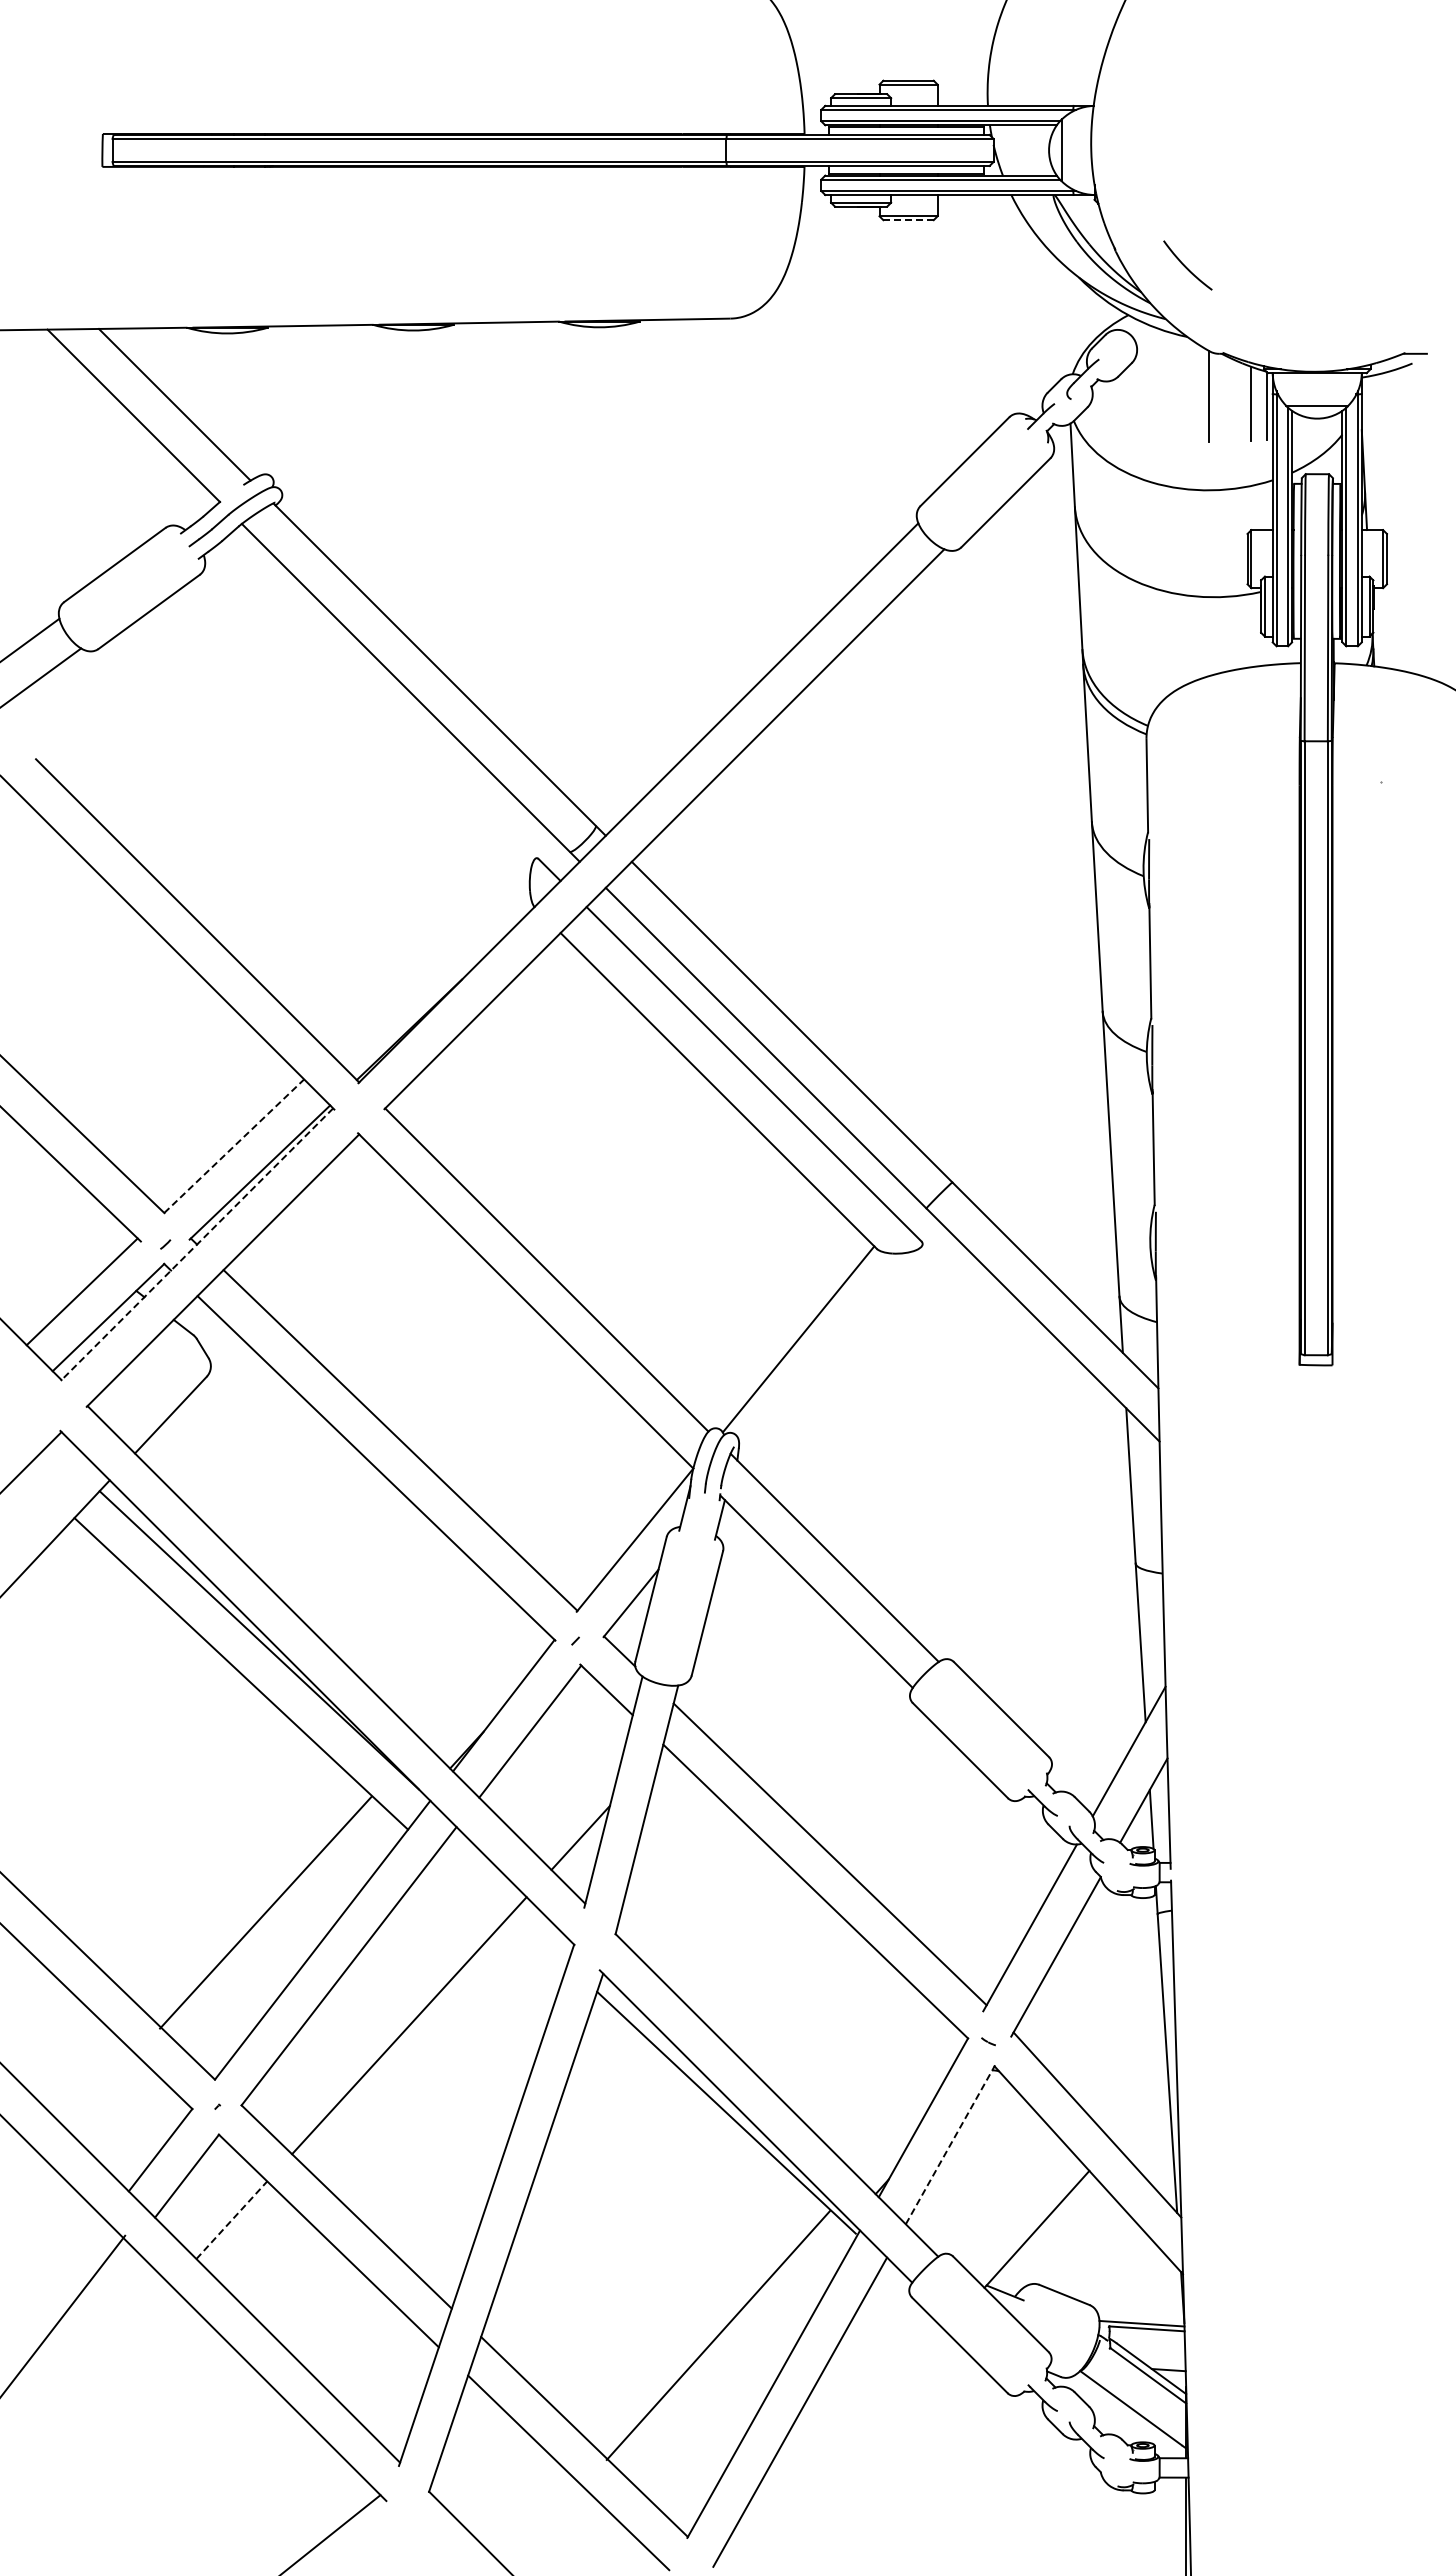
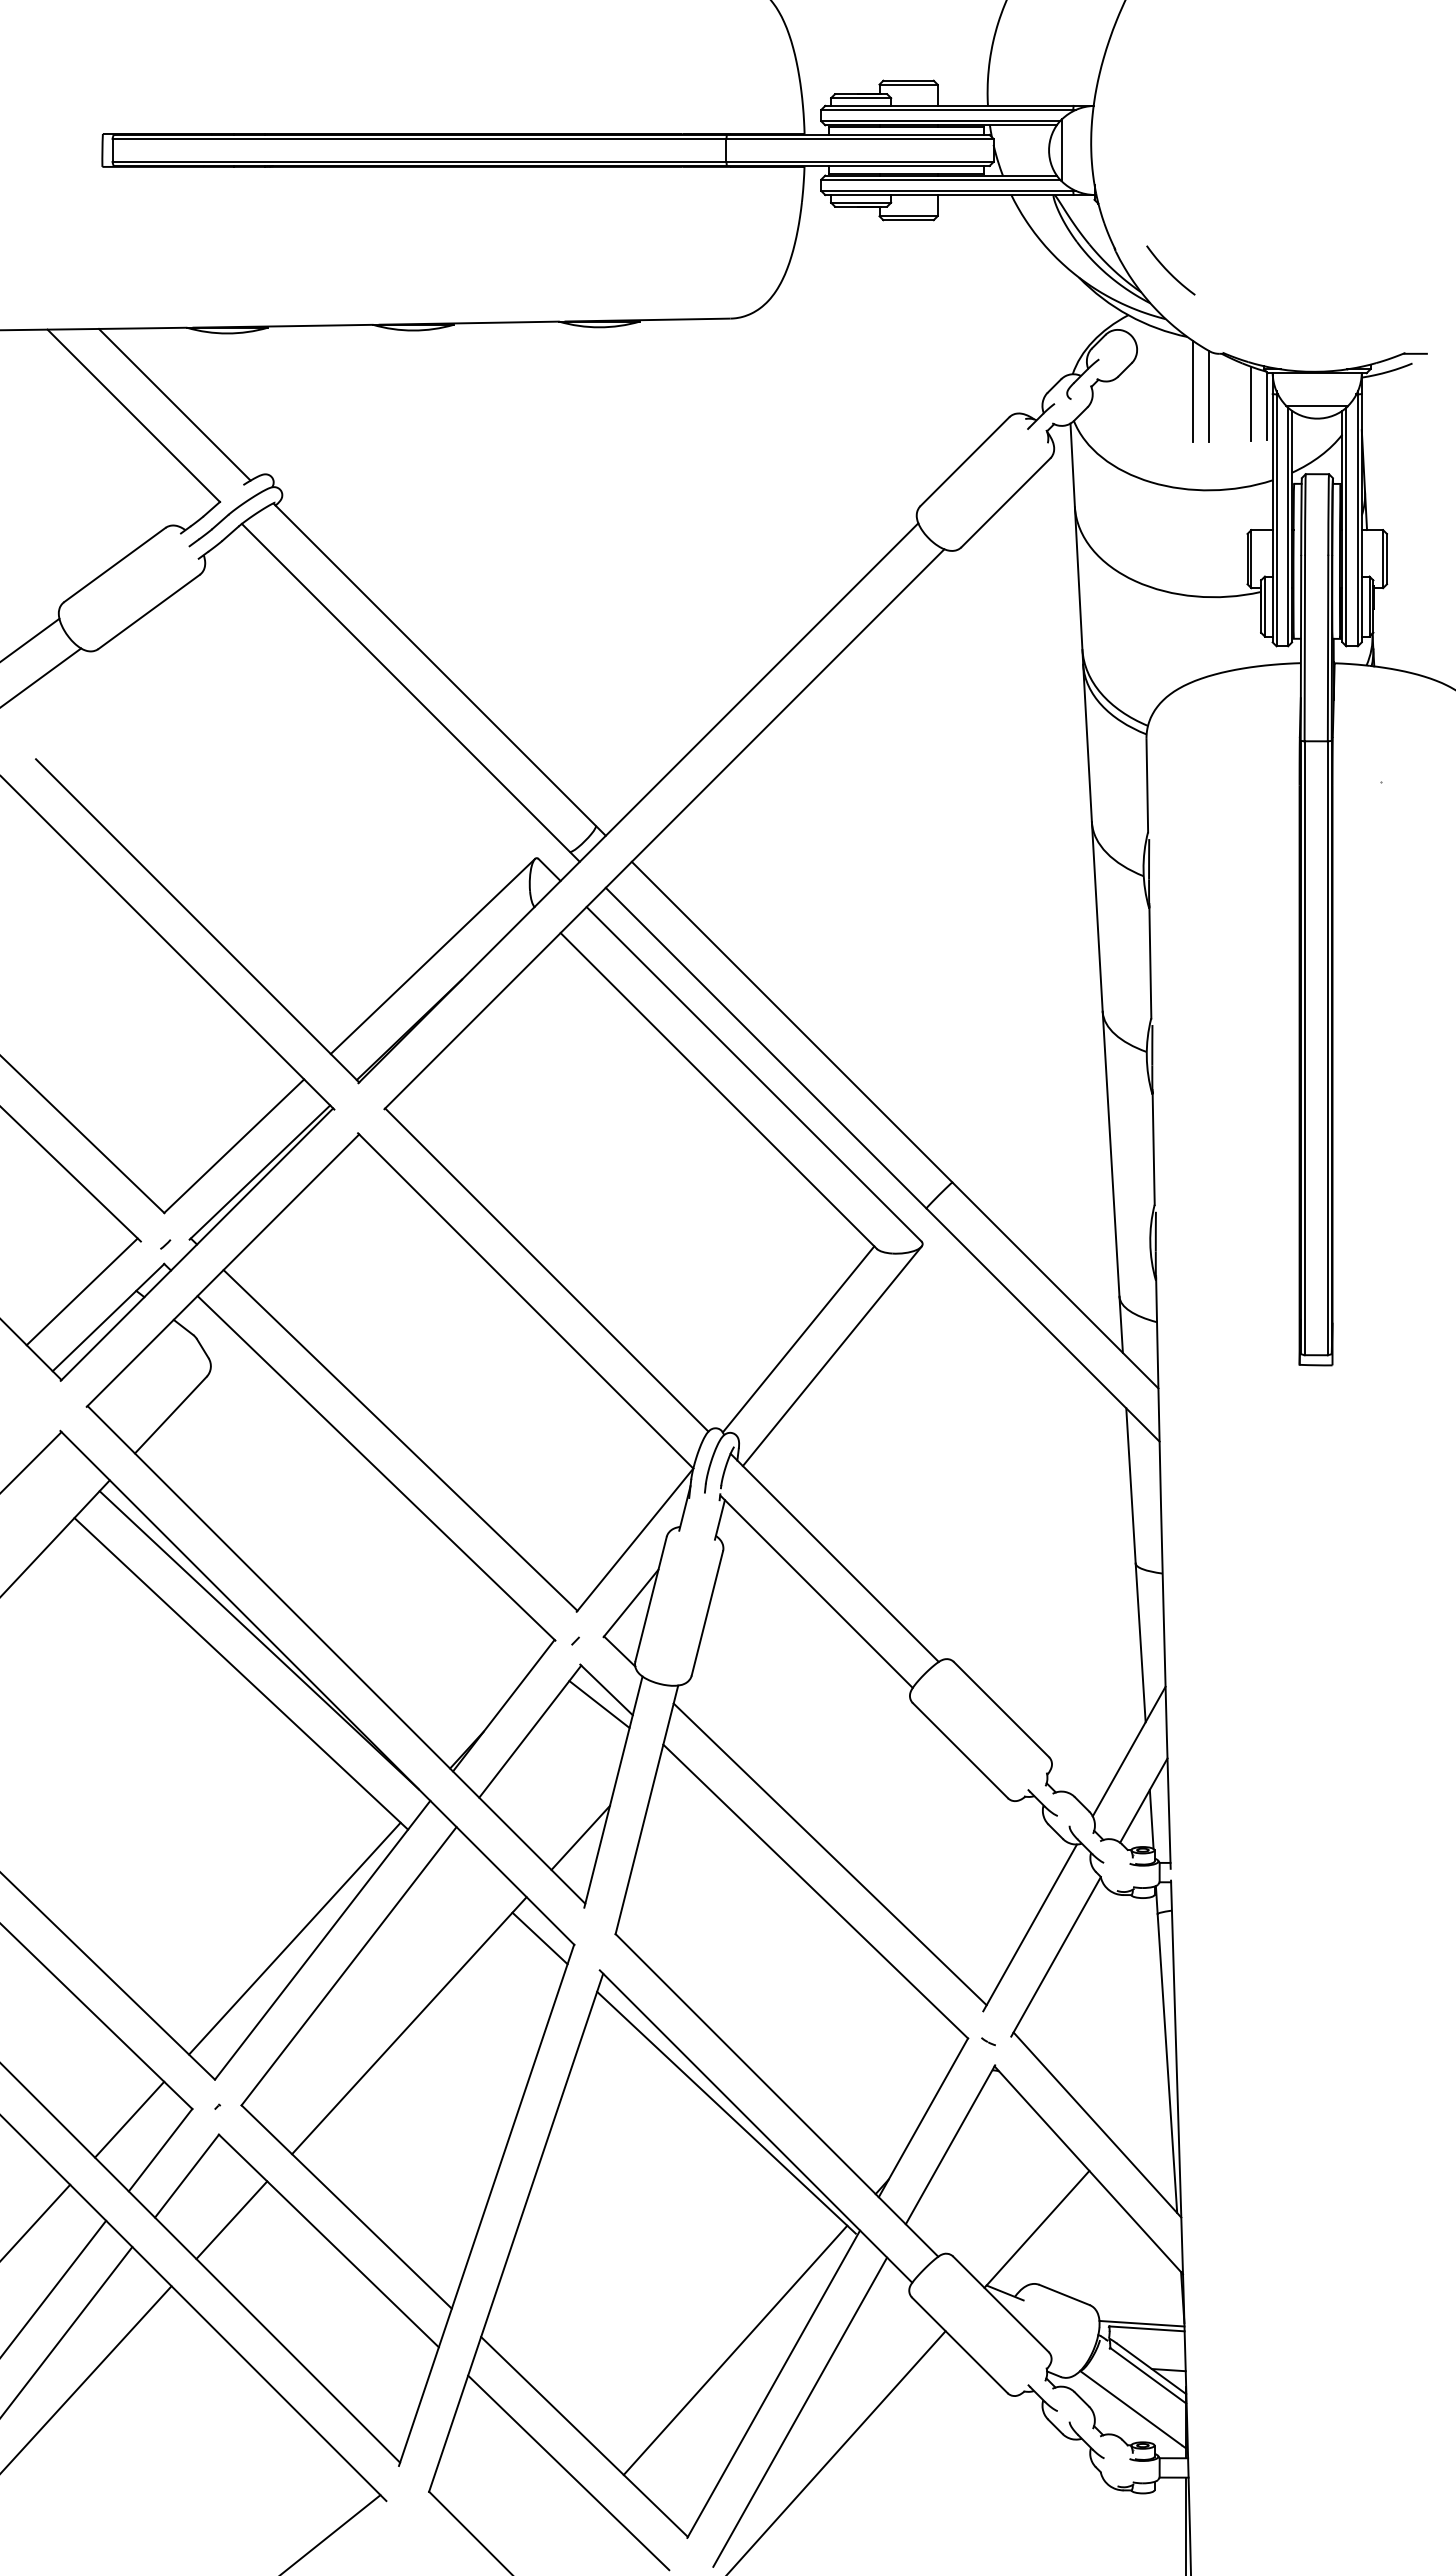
line at (908, 220): dashed -> solid
curve at (1186, 266) position: (1186, 266) -> (1169, 271)
line at (1193, 391): none -> present
line at (432, 956): none -> present
line at (234, 1146): dashed -> solid
line at (196, 1244): dashed -> solid
line at (831, 1356): none -> present
line at (599, 1704): none -> present
line at (265, 1912) position: (265, 1912) -> (294, 1938)
line at (539, 1938): none -> present
line at (129, 2119): none -> present
line at (950, 2144): dashed -> solid
line at (231, 2220): dashed -> solid
line at (36, 2221): none -> present
line at (63, 2315) position: (63, 2315) -> (54, 2287)
line at (67, 2331): none -> present
line at (718, 2334) position: (718, 2334) -> (735, 2349)
line at (86, 2378): none -> present
line at (837, 2451): none -> present
